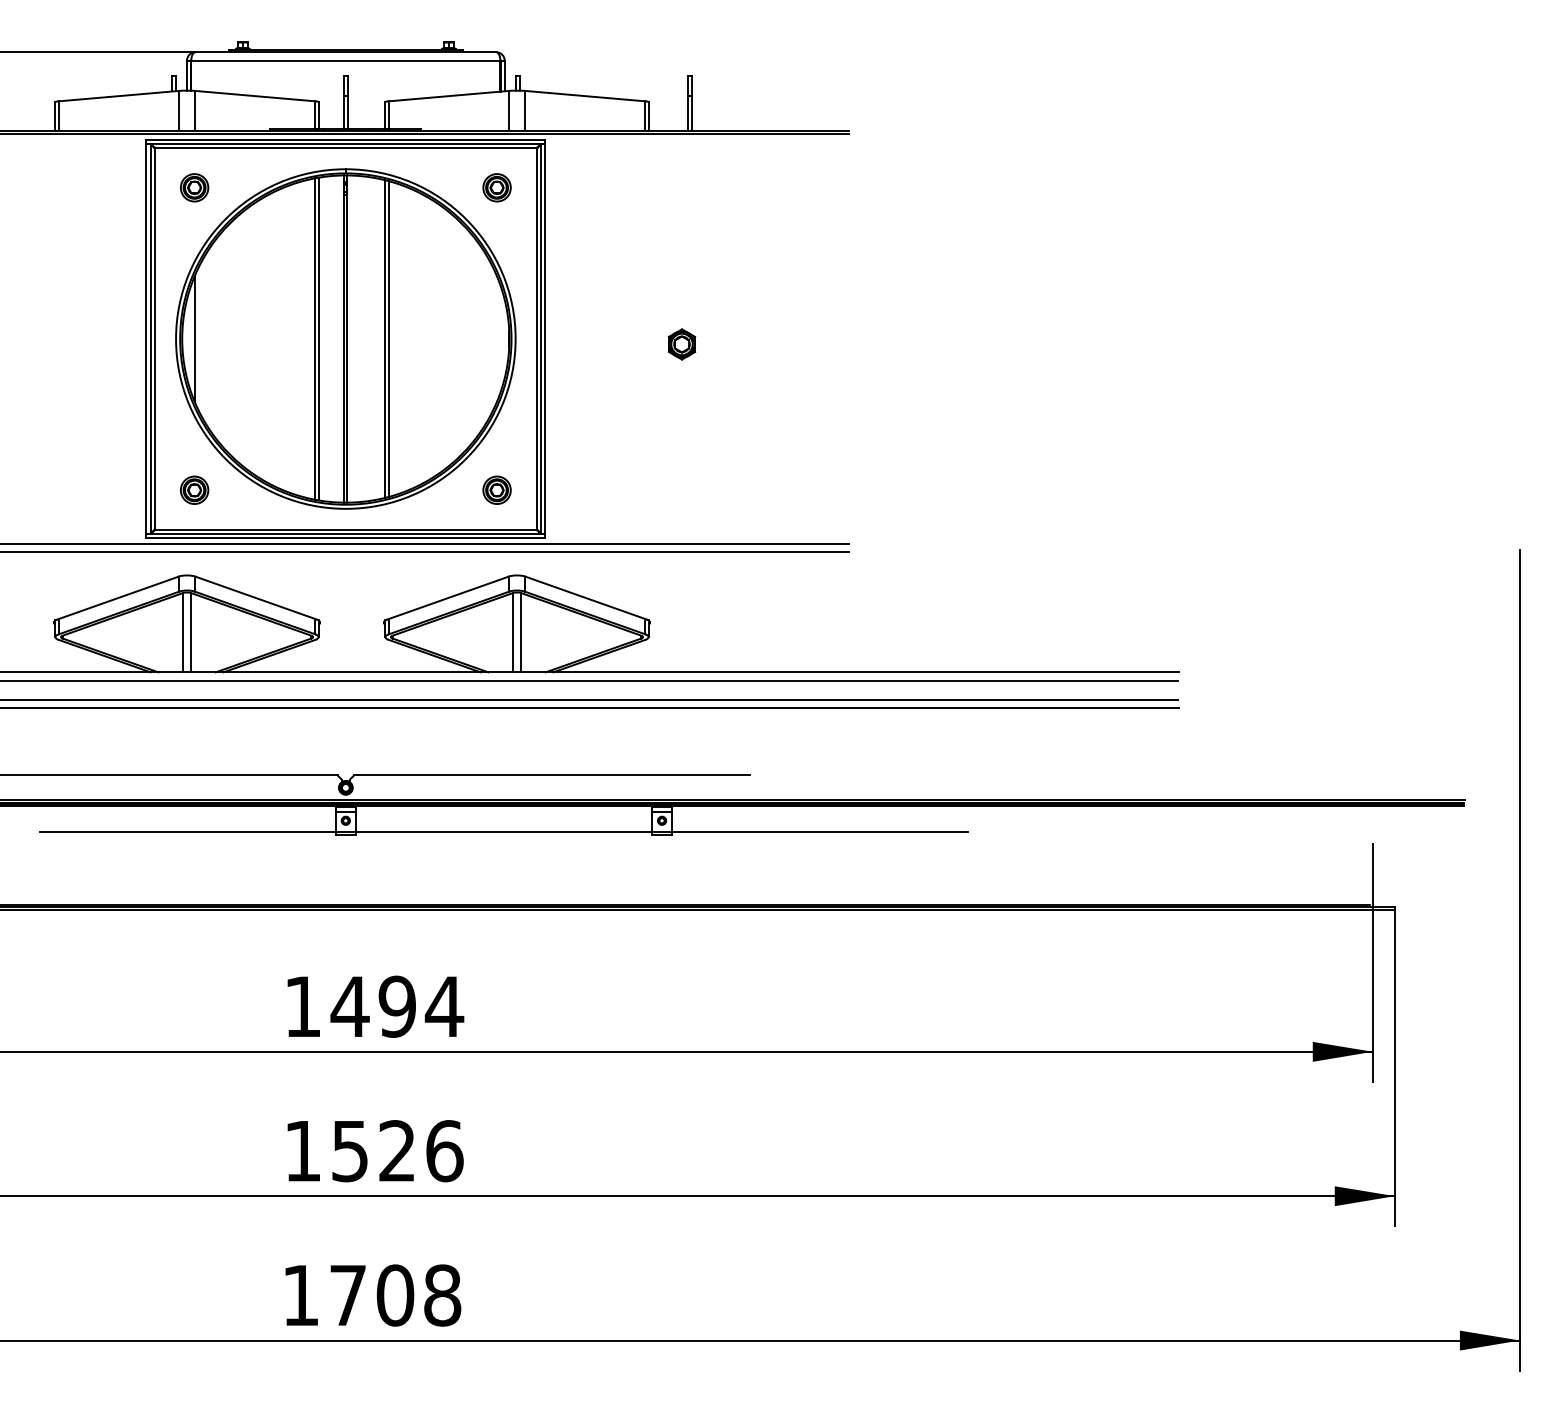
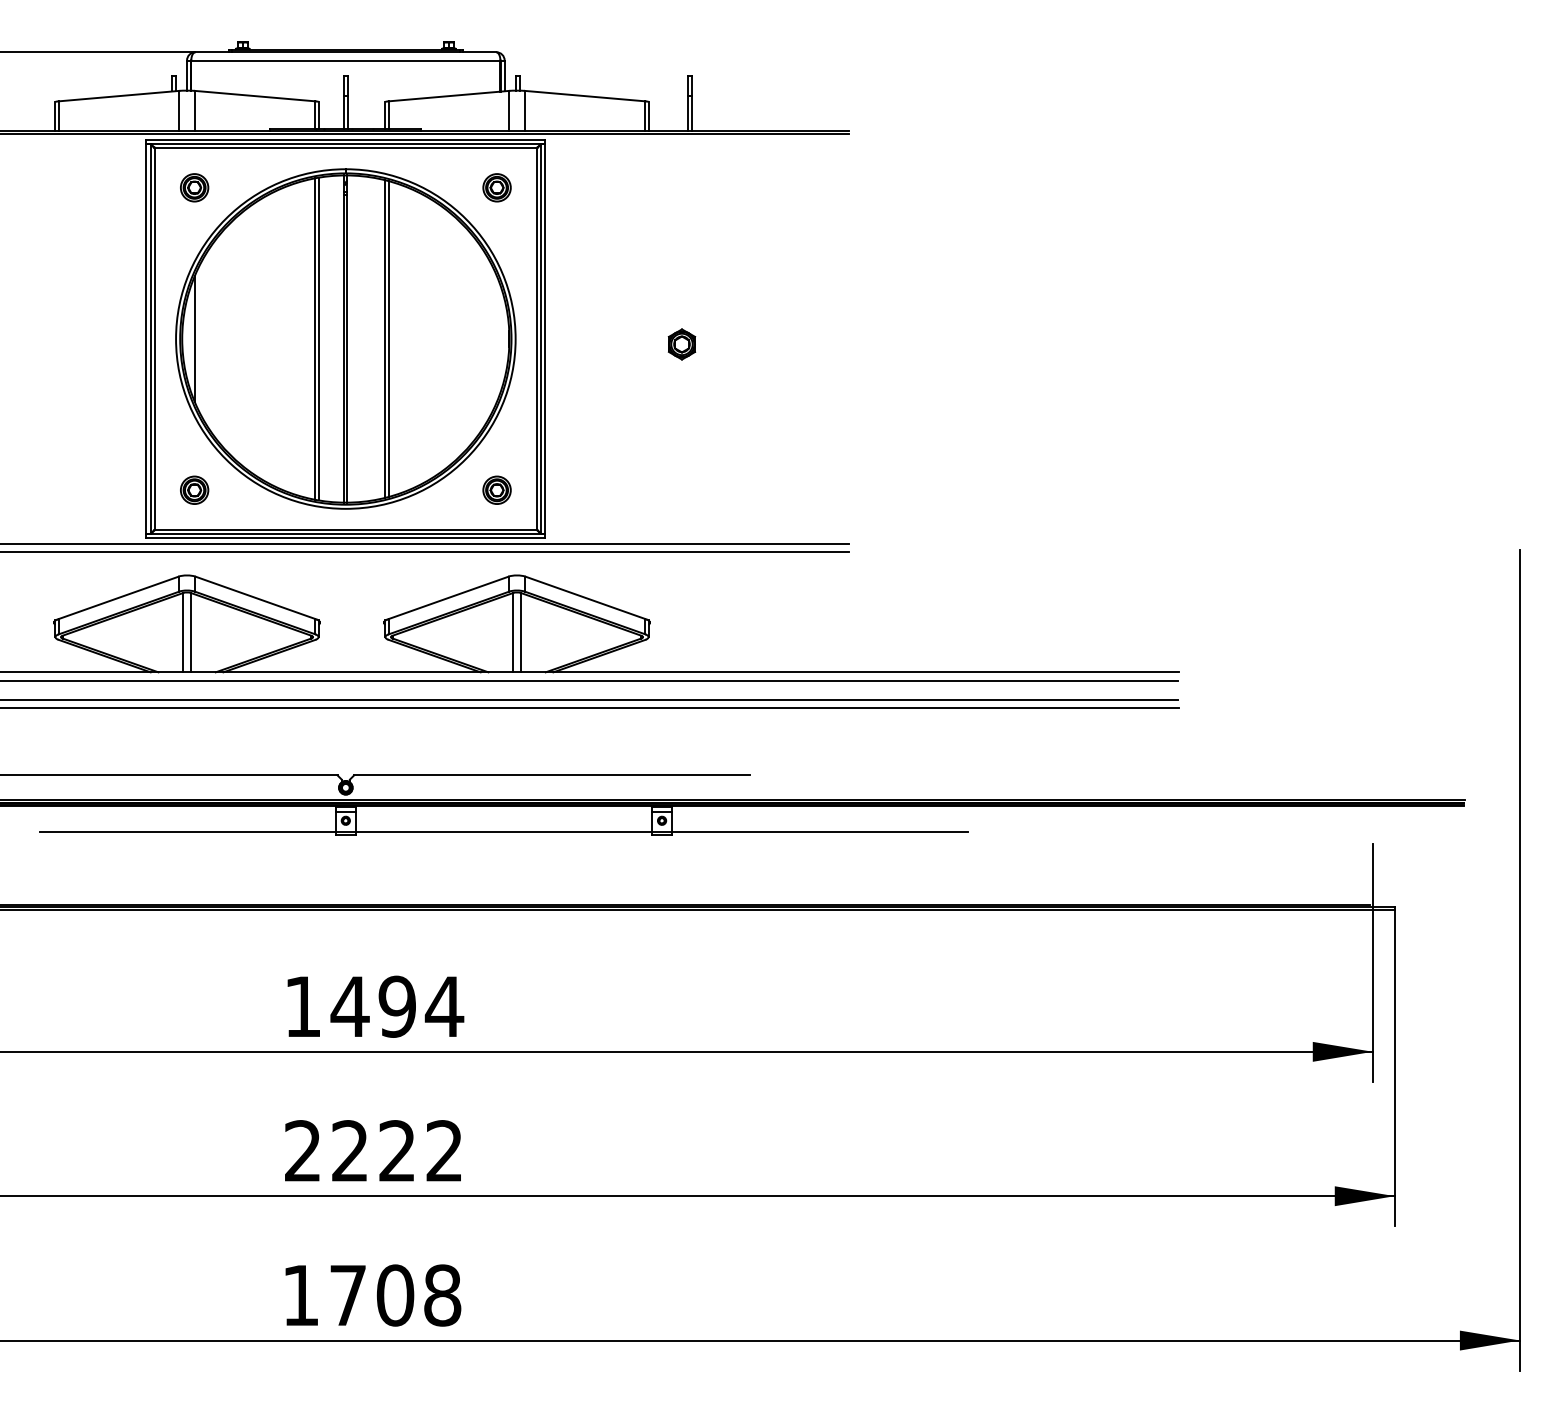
text at (374, 1151): 1526 -> 2222
